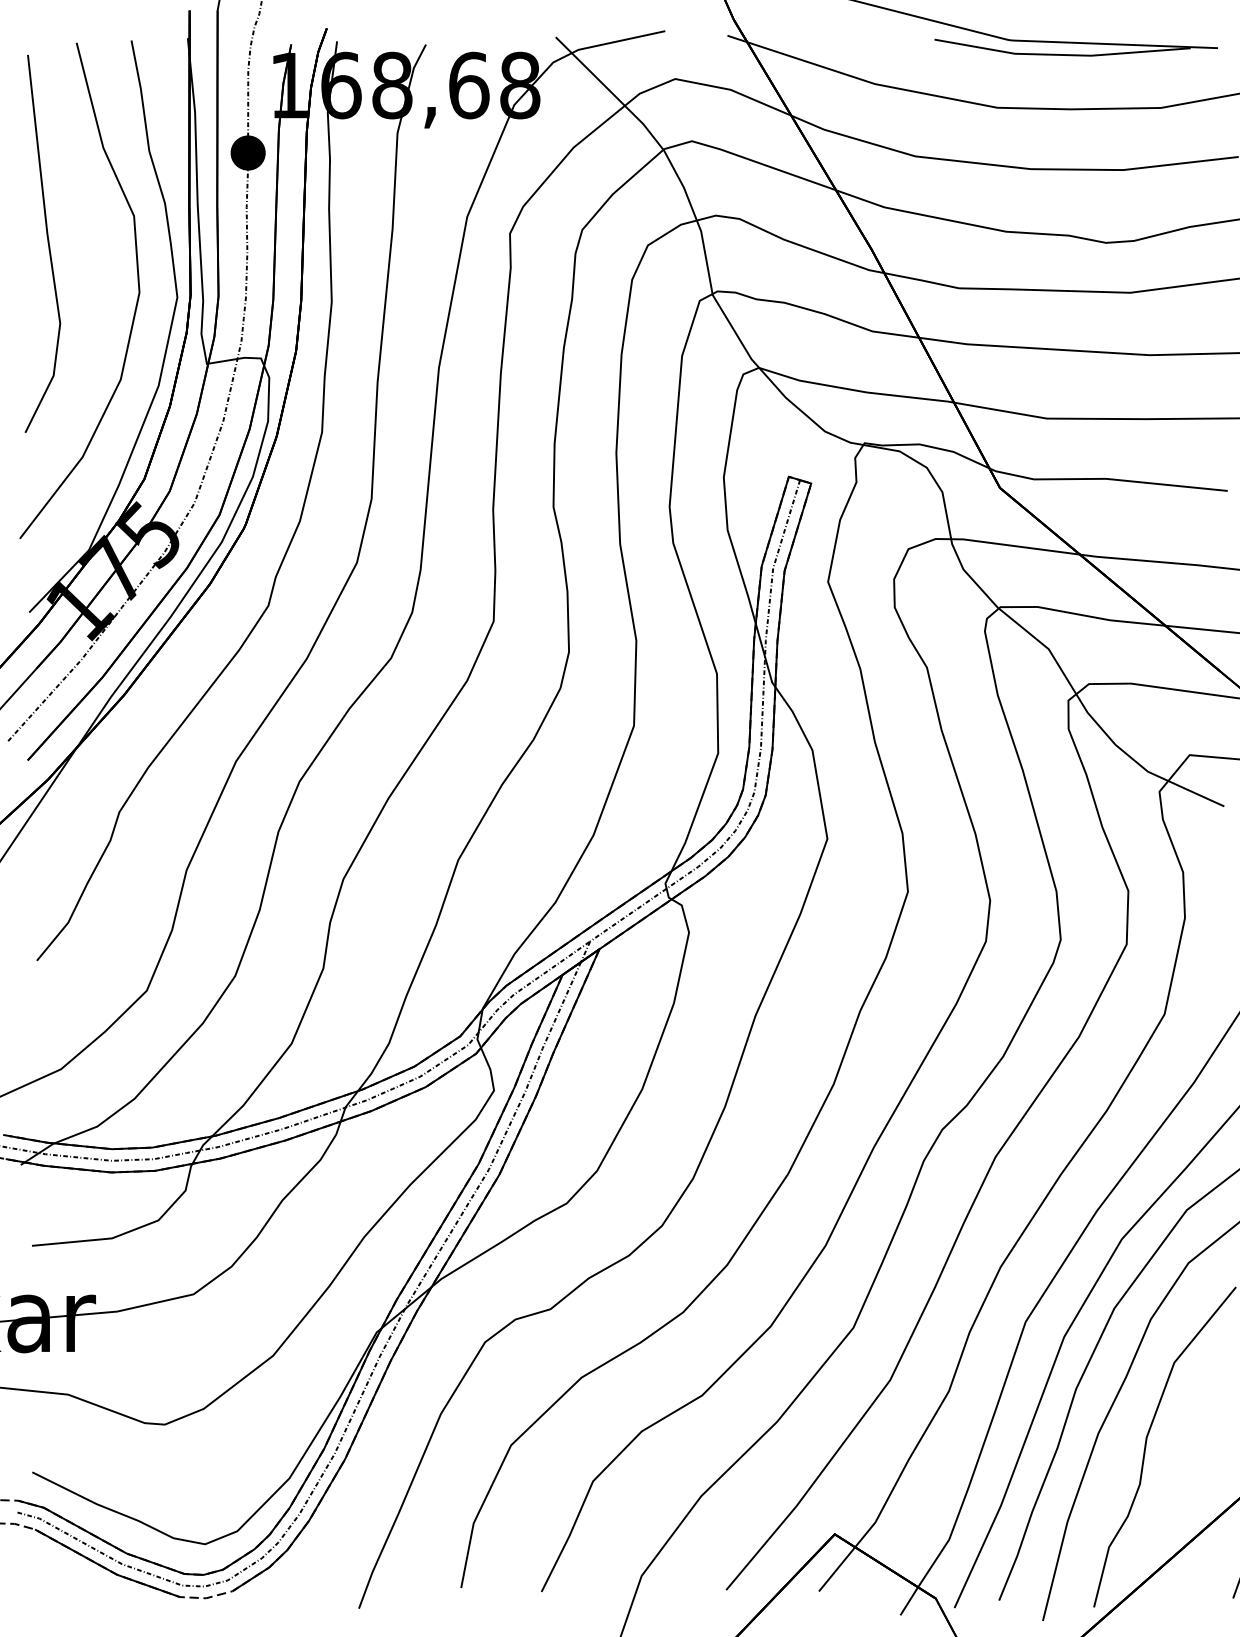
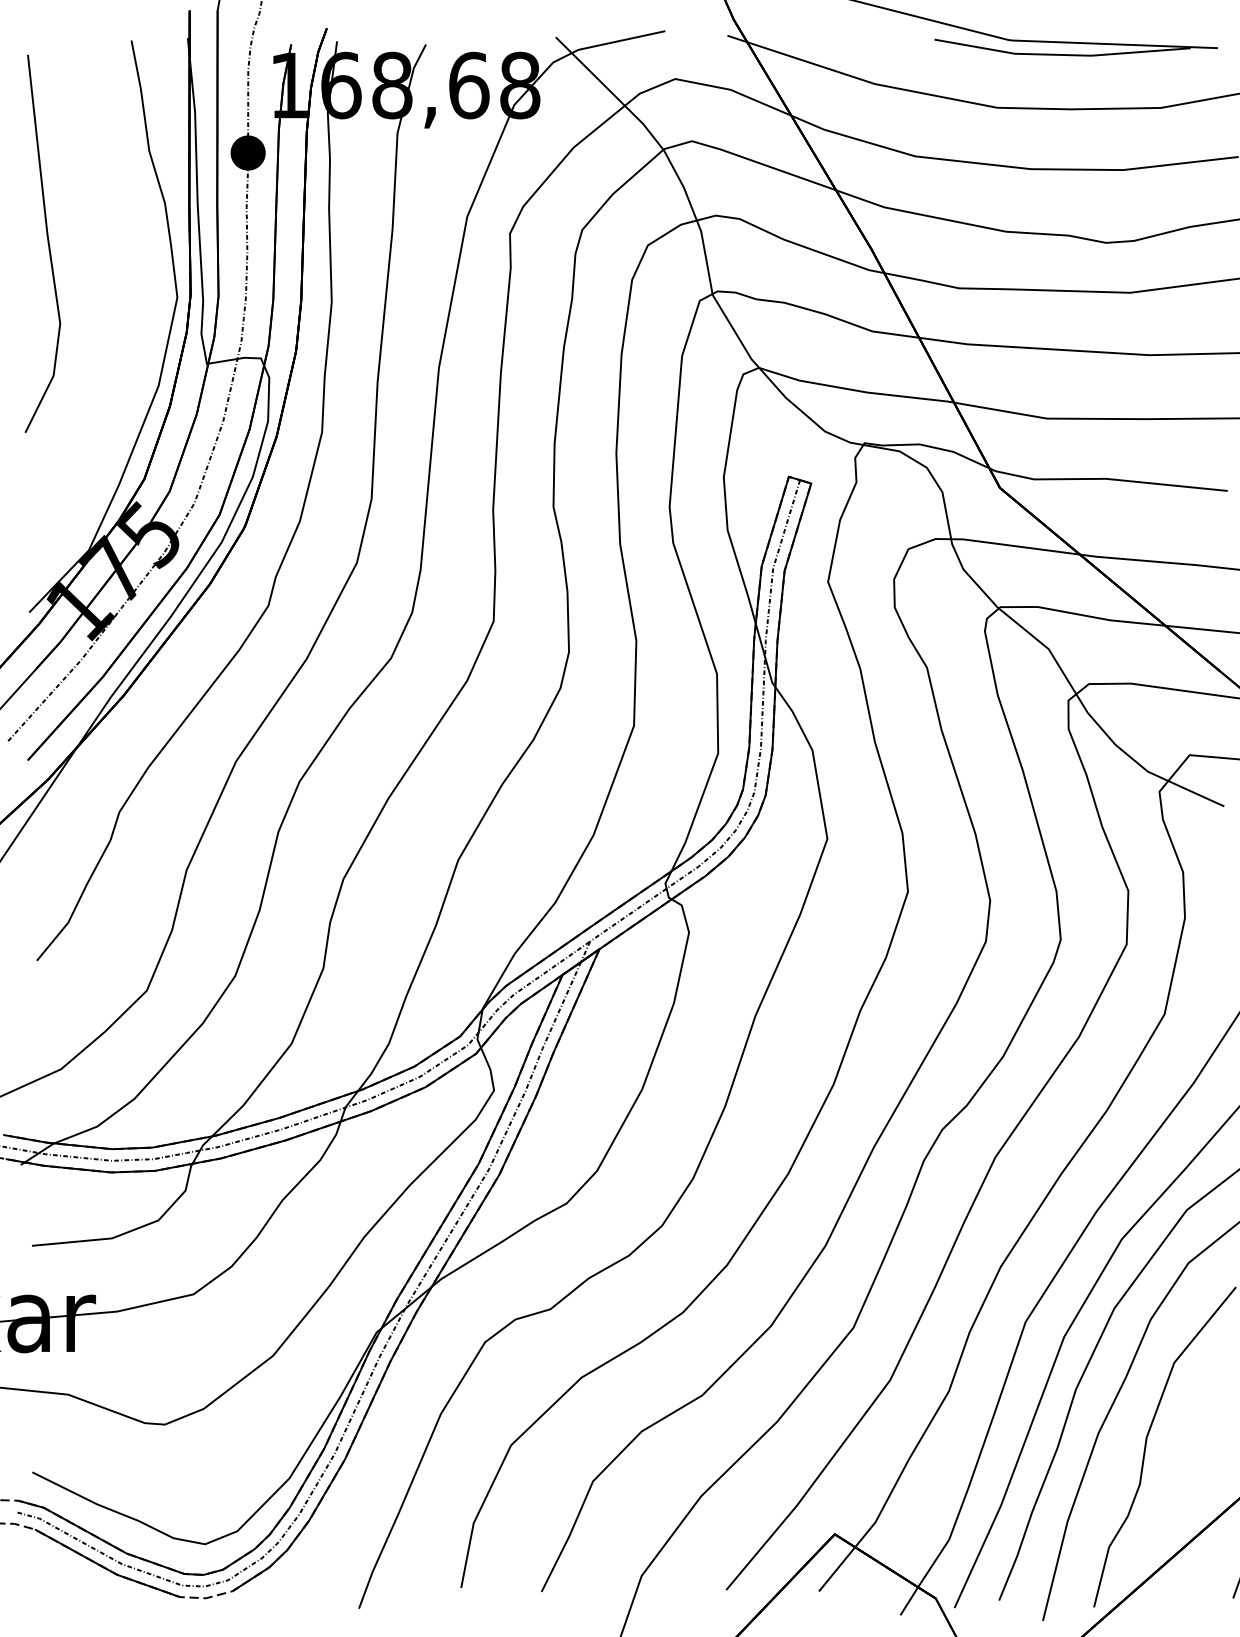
part at (136, 300): present -> none
